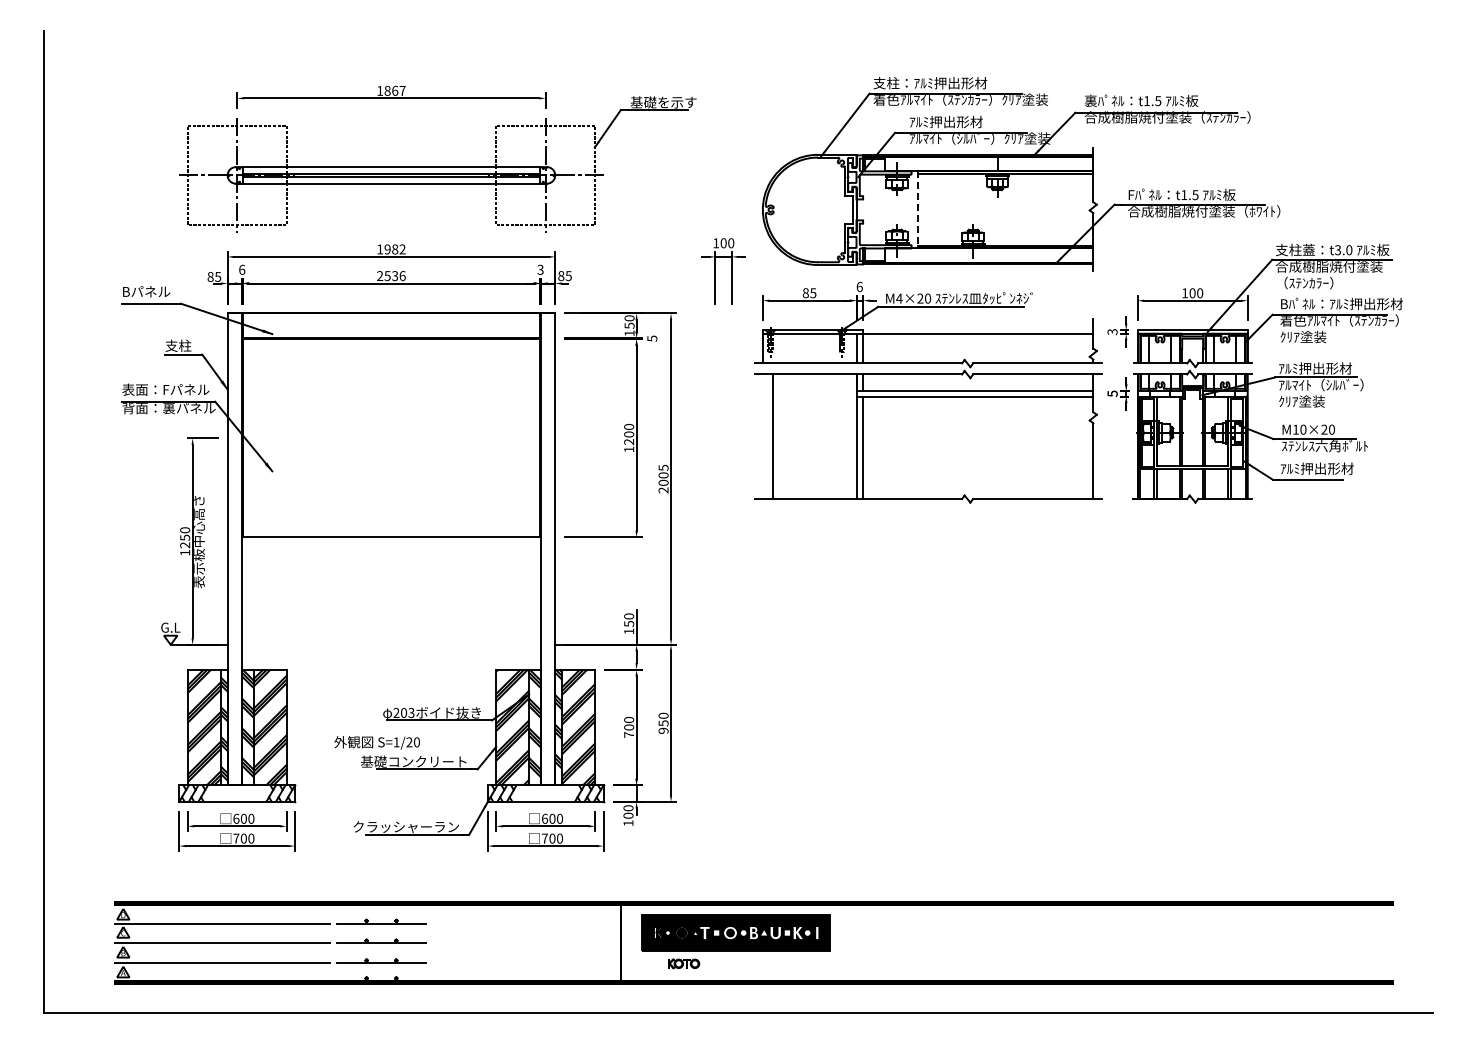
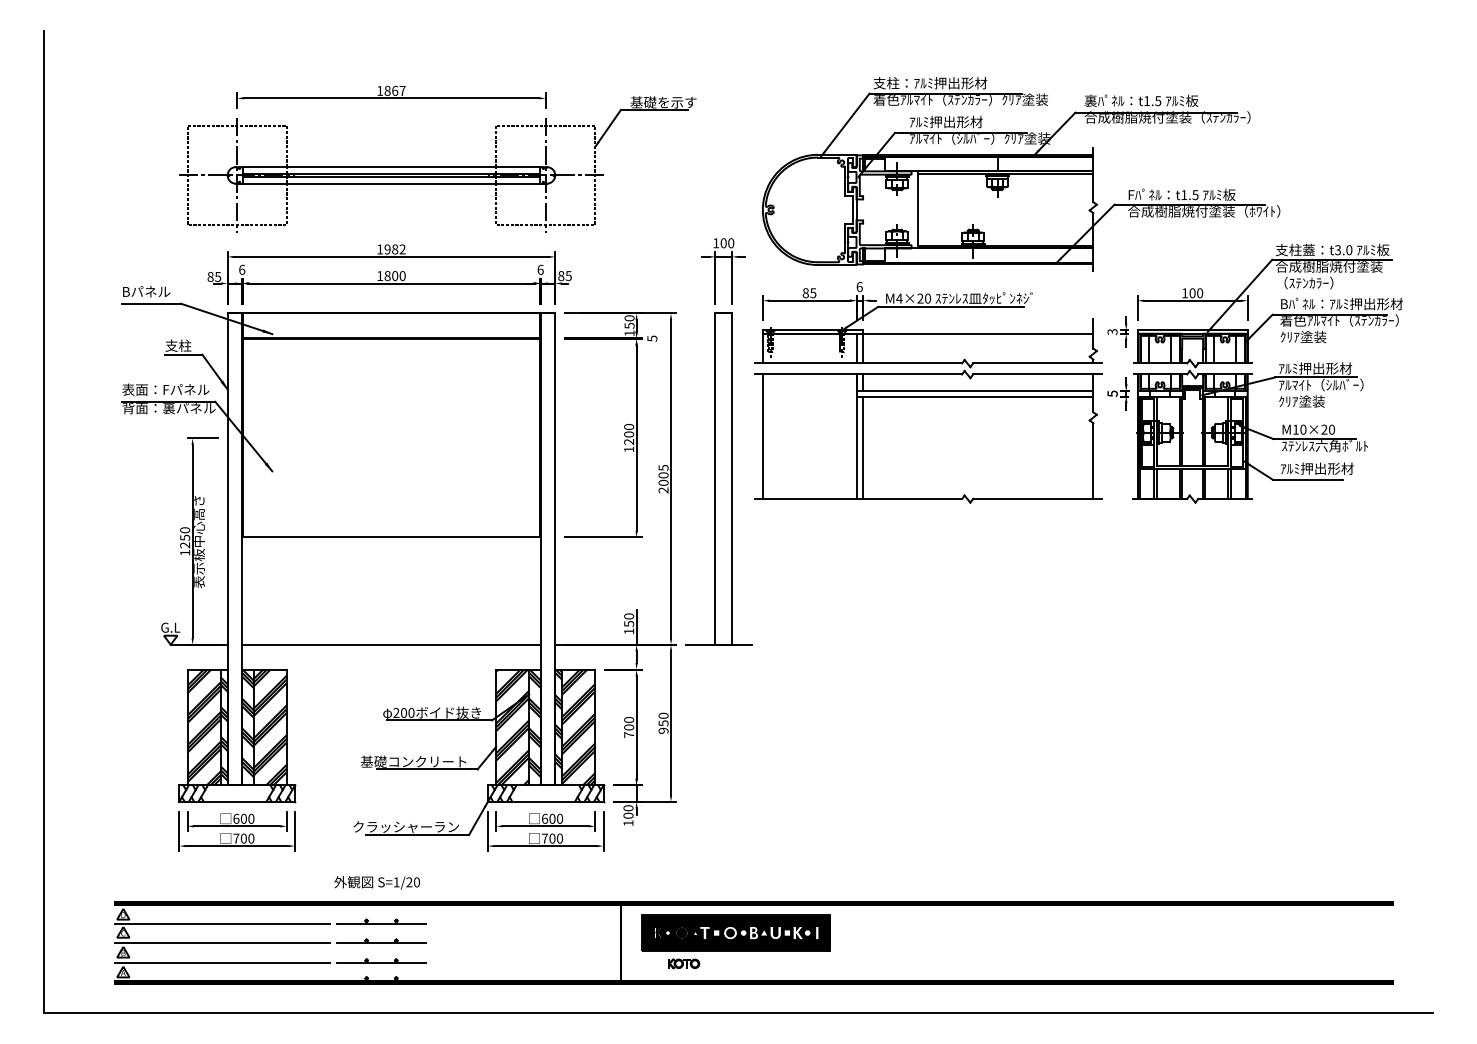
line at (918, 209): dashed -> solid
text at (540, 269): 3 -> 6
text at (391, 275): 2536 -> 1800
line at (772, 436) position: (772, 436) -> (762, 436)
part at (718, 478): none -> present
line at (391, 644): none -> present
text at (411, 712): 203 -> 200
text at (376, 742) position: (376, 742) -> (376, 882)
